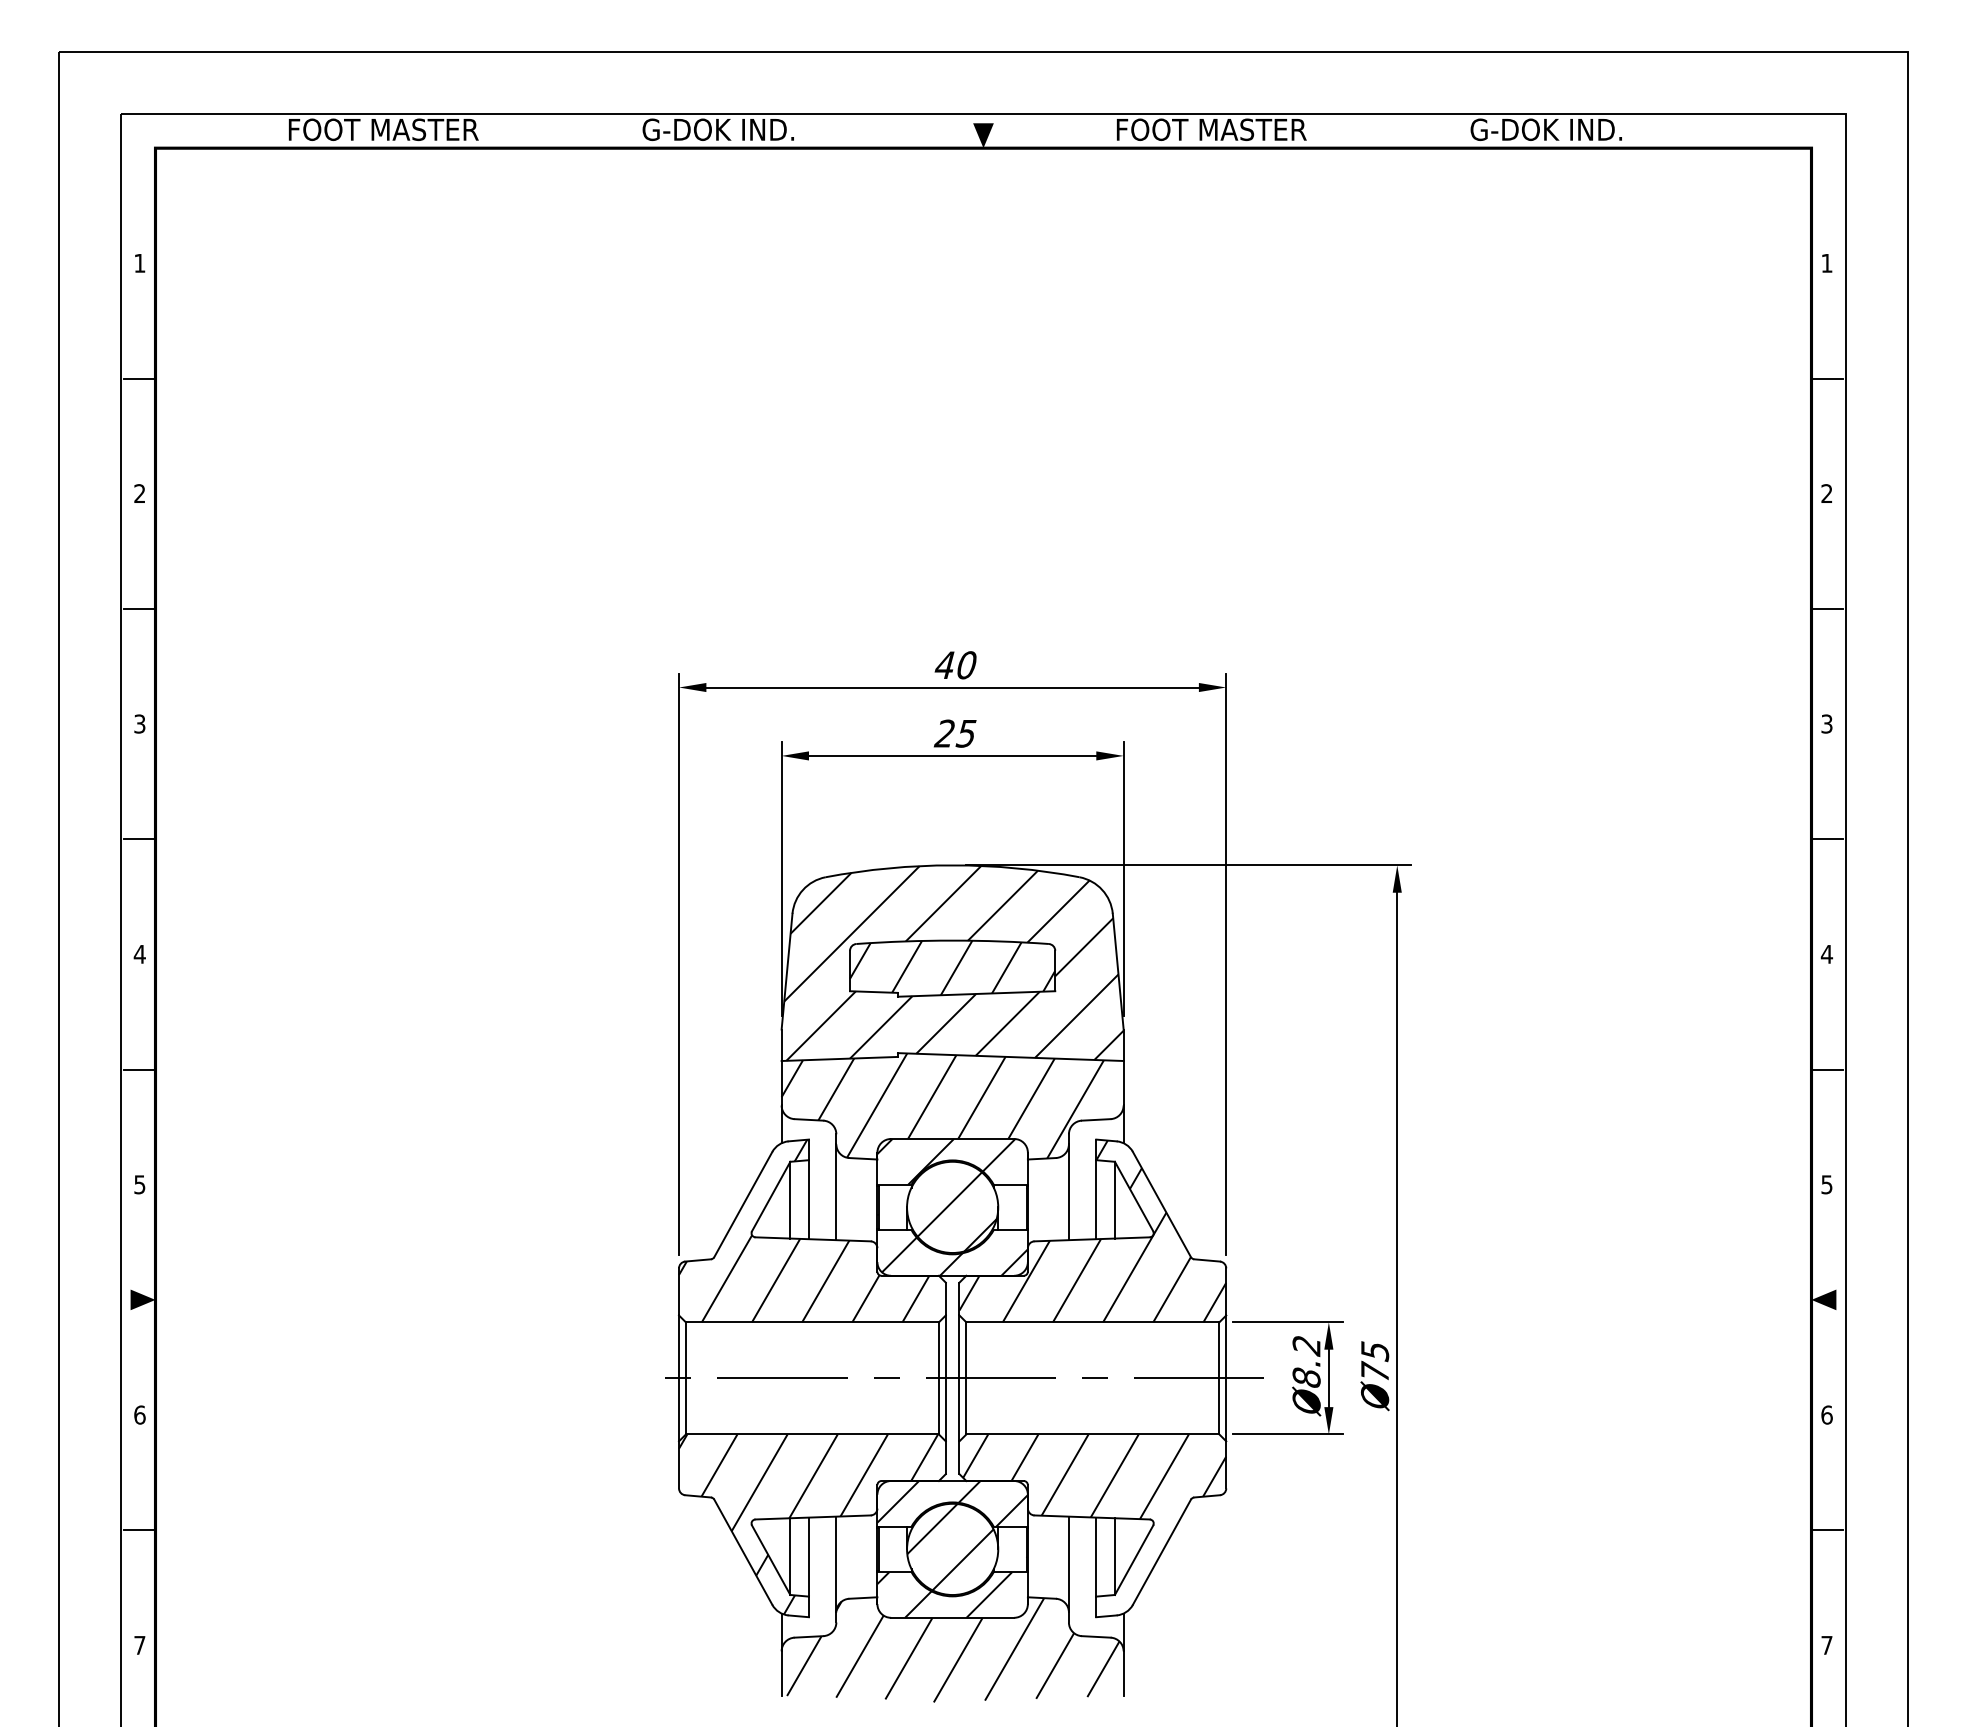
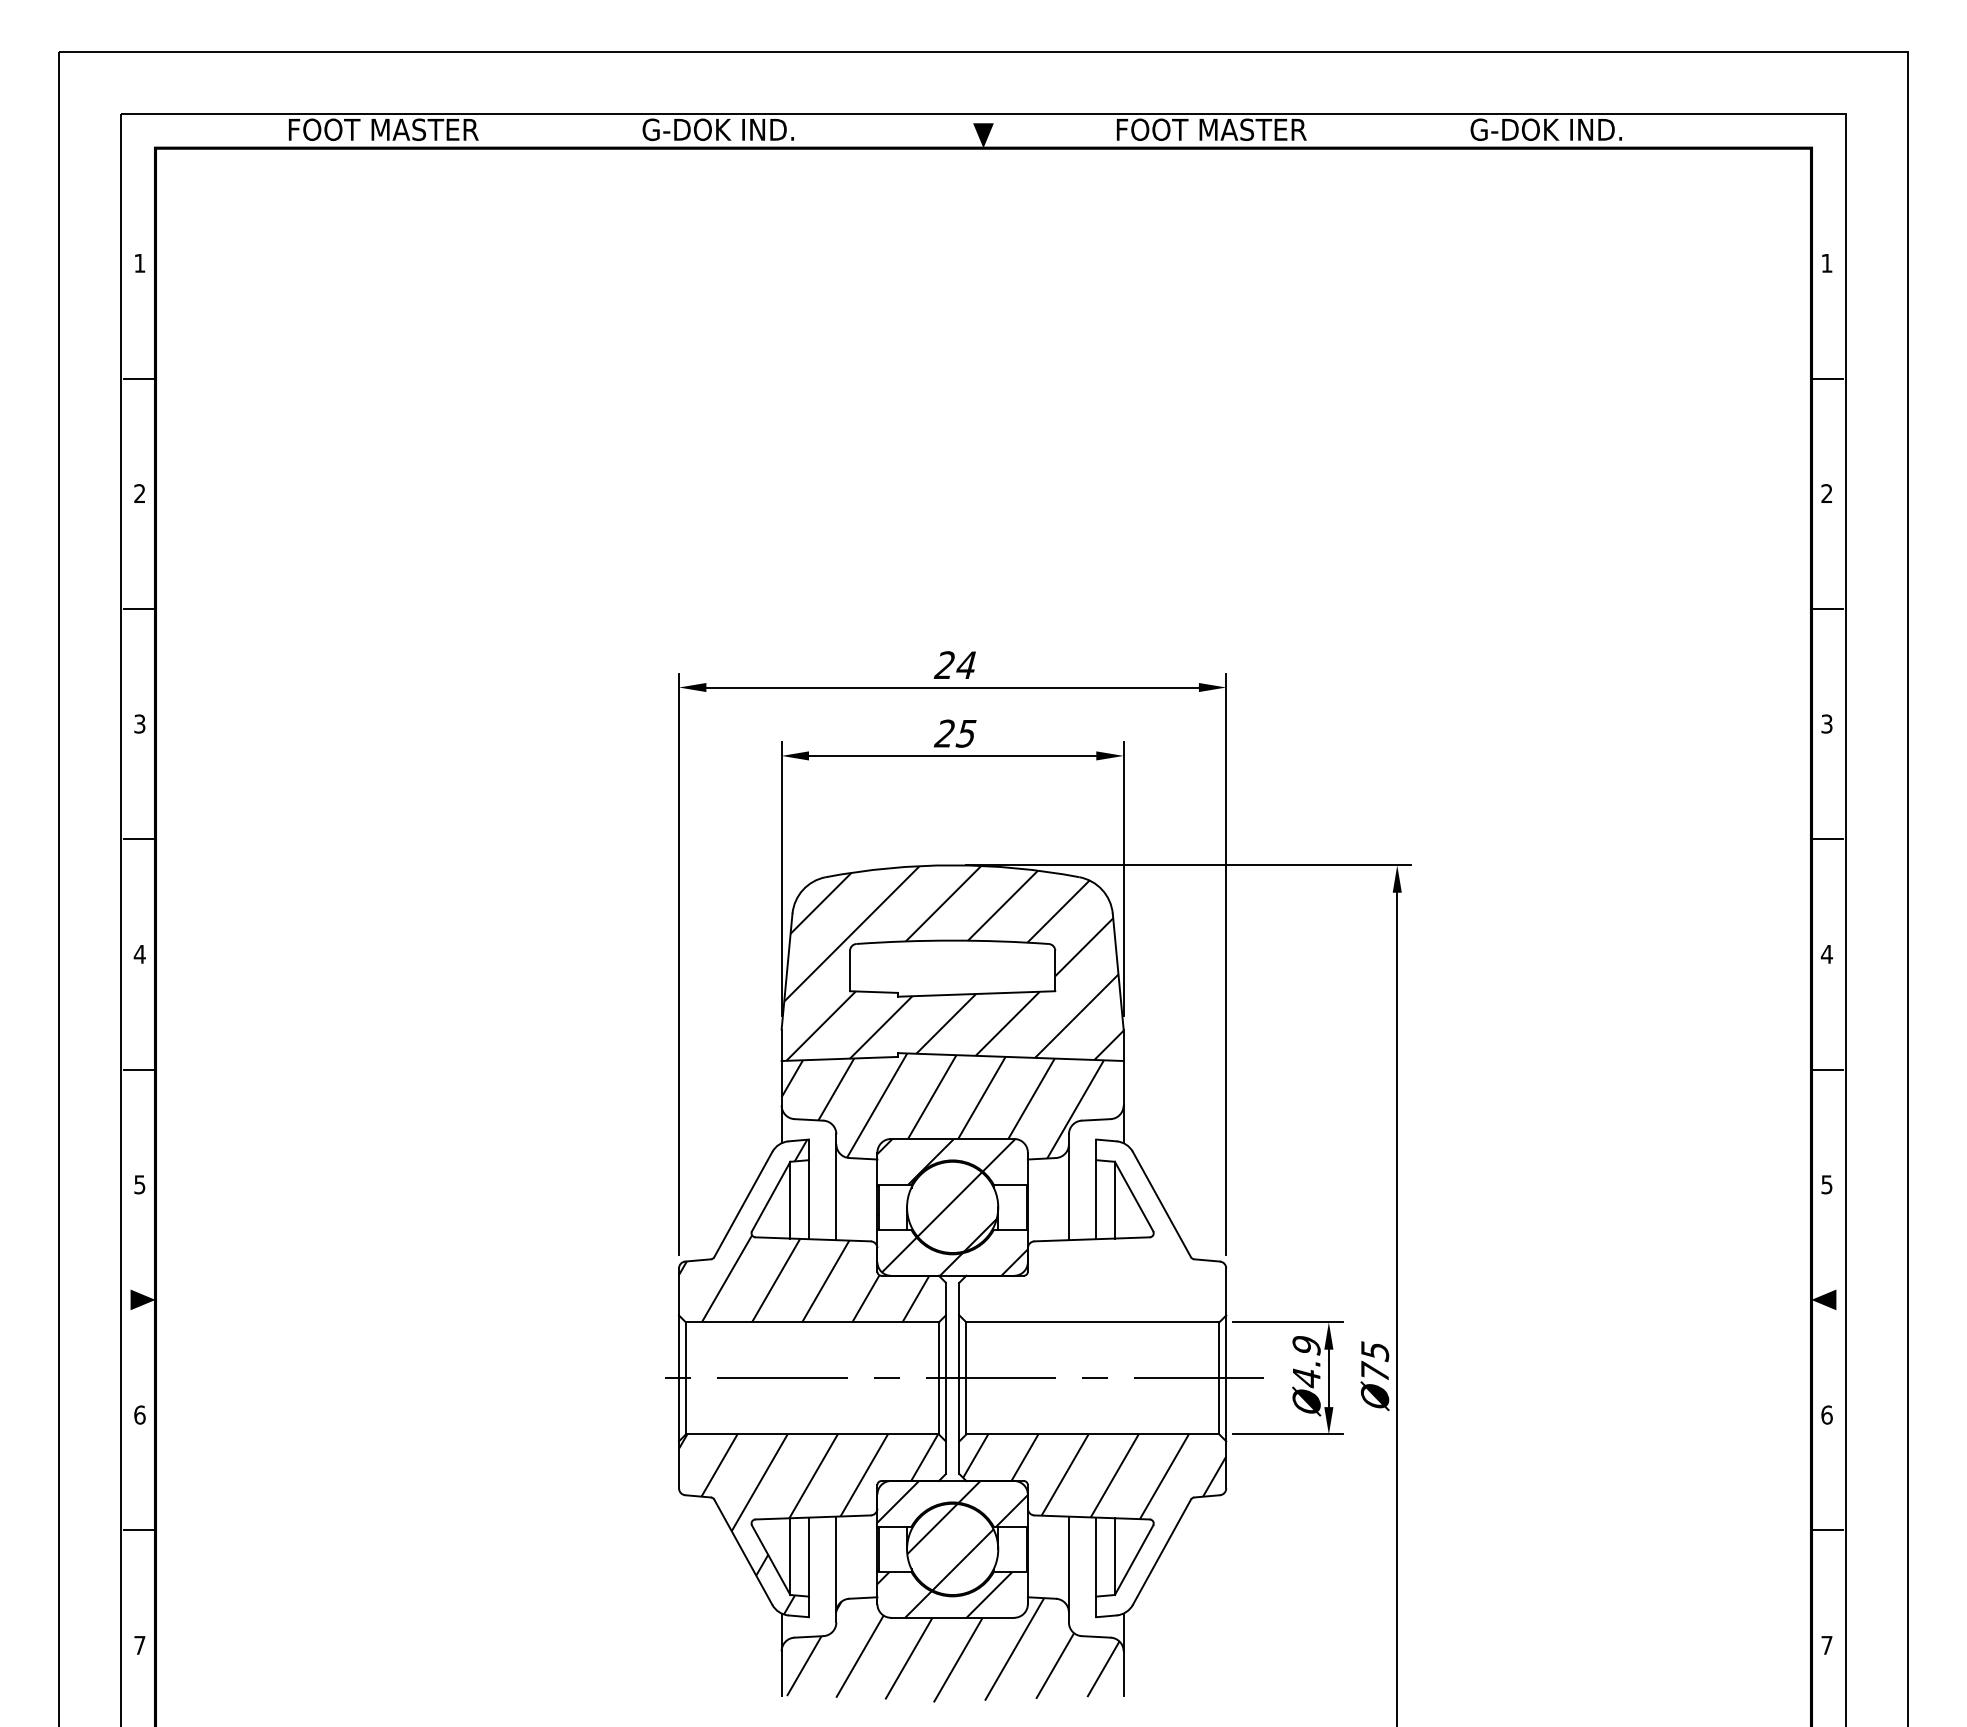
text at (954, 665): 40 -> 24
hatch at (952, 967): present -> none
hatch at (1092, 1231): present -> none
text at (1306, 1362): Ø8.2 -> Ø4.9
